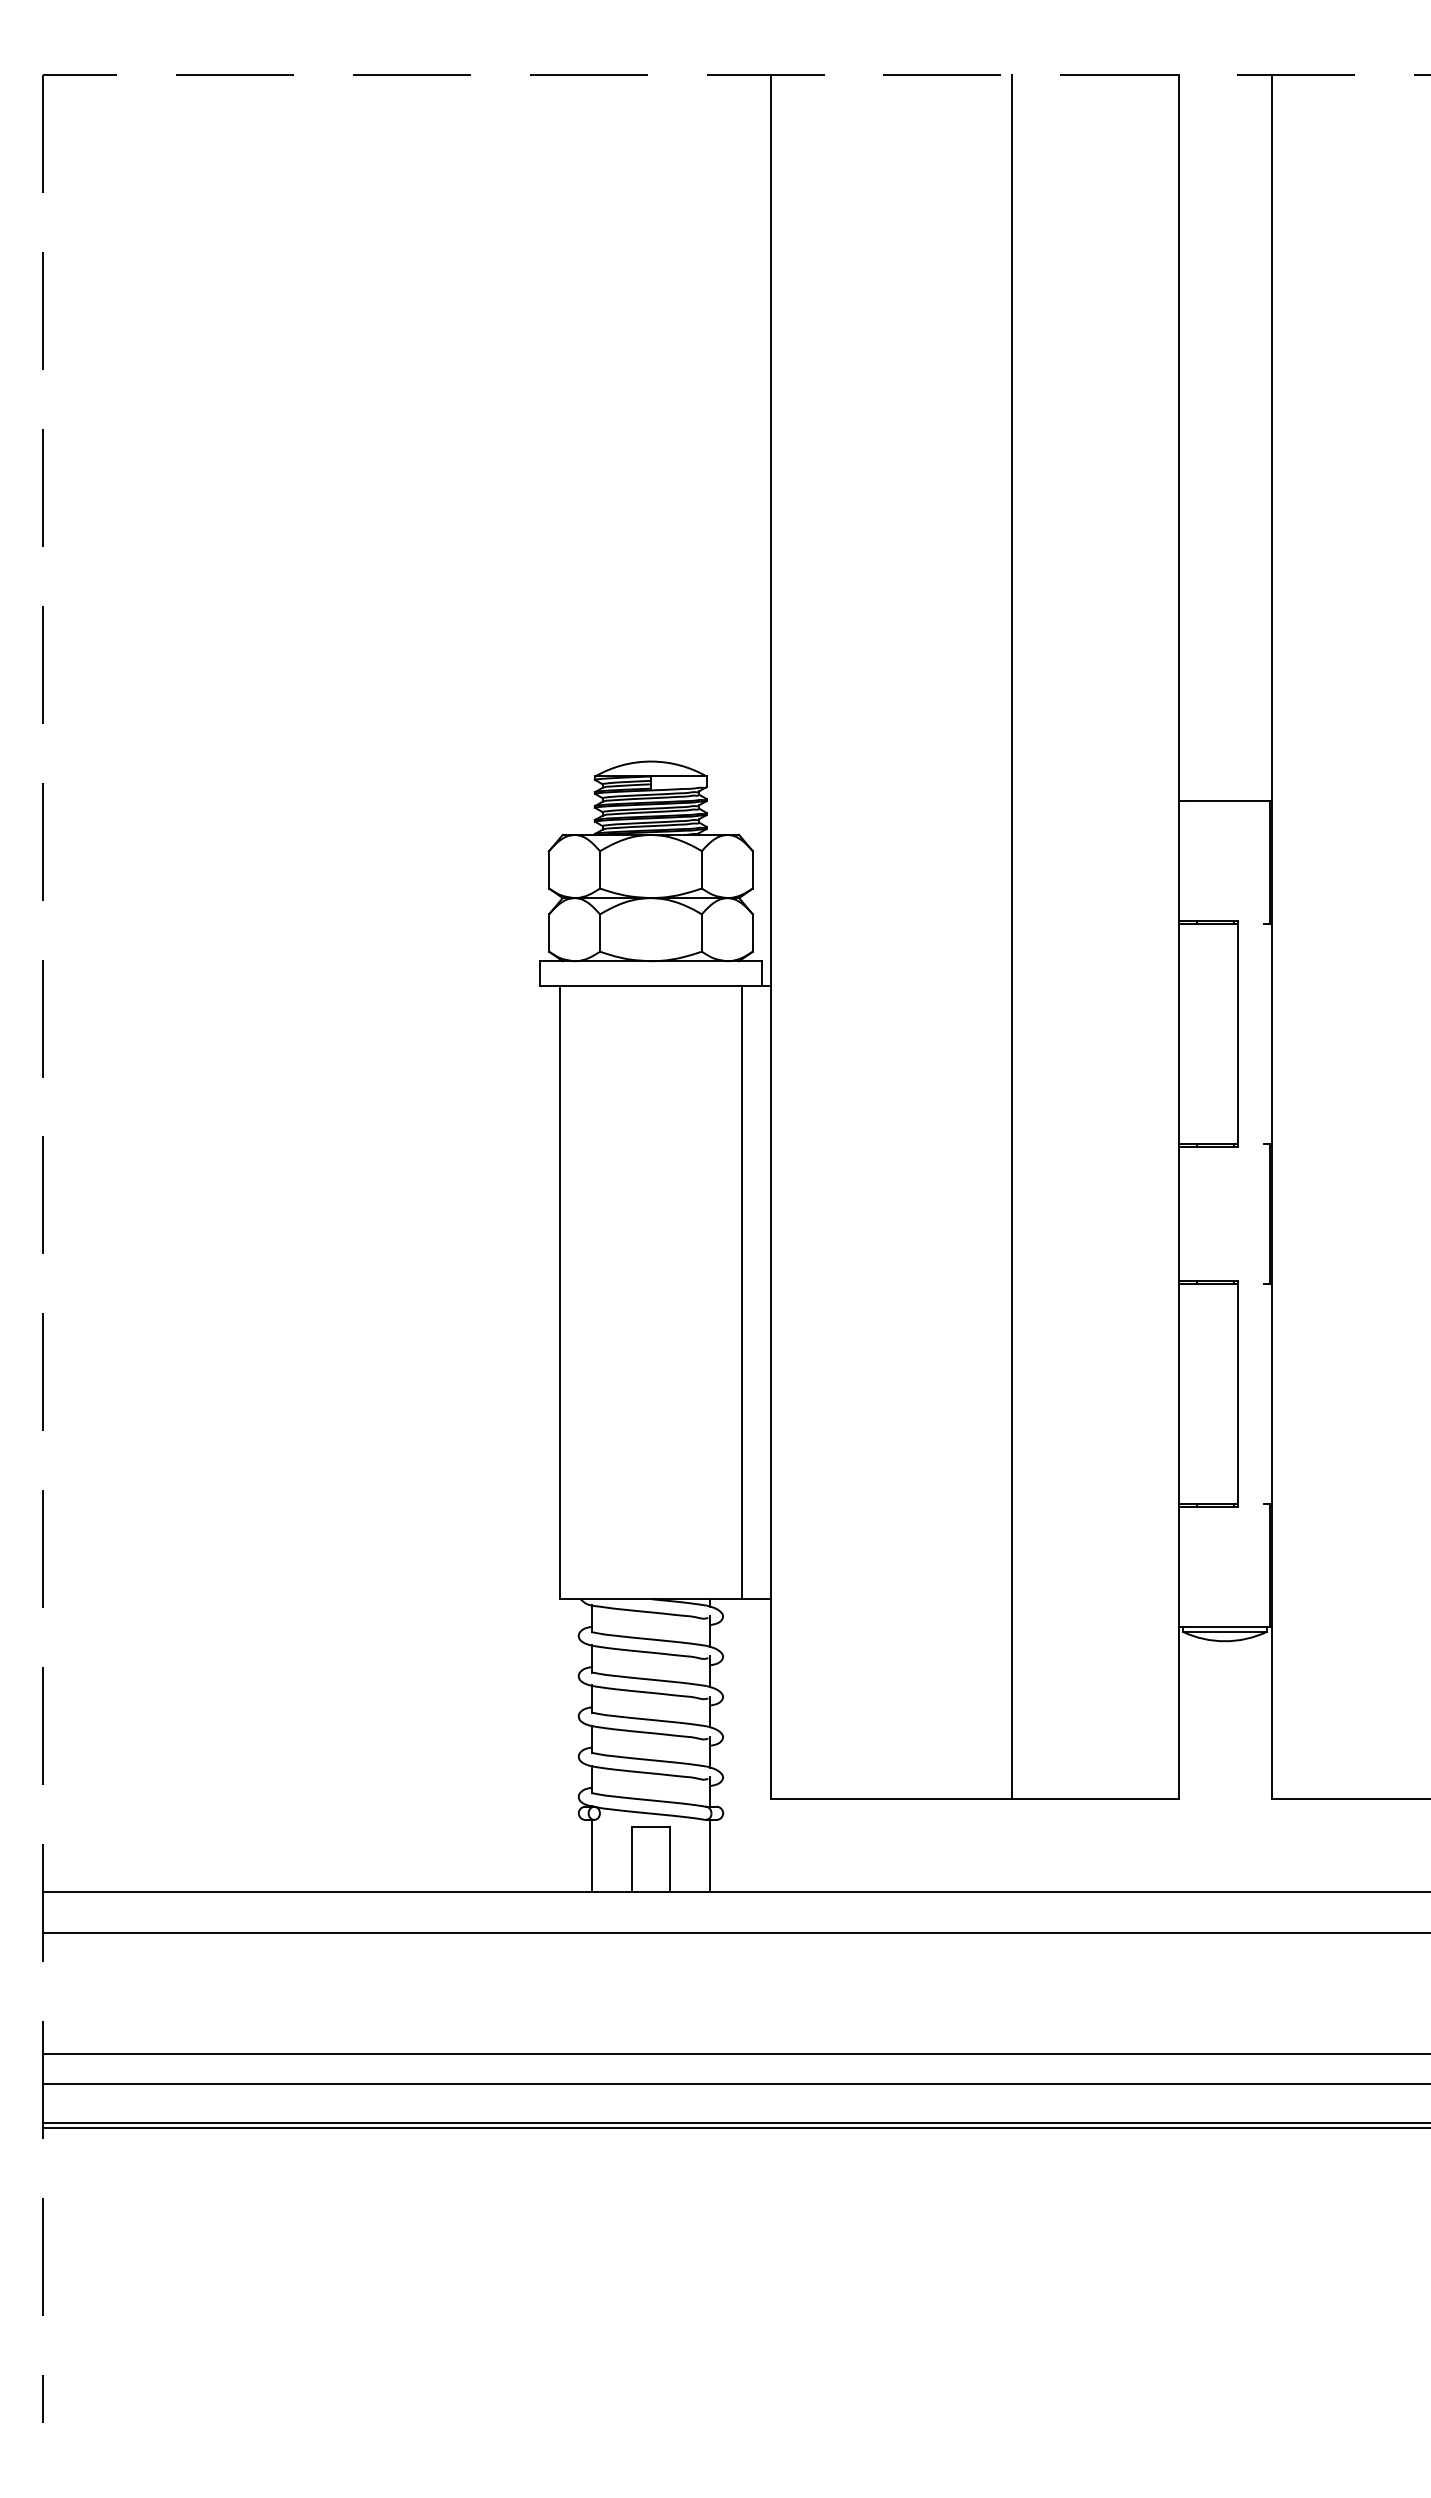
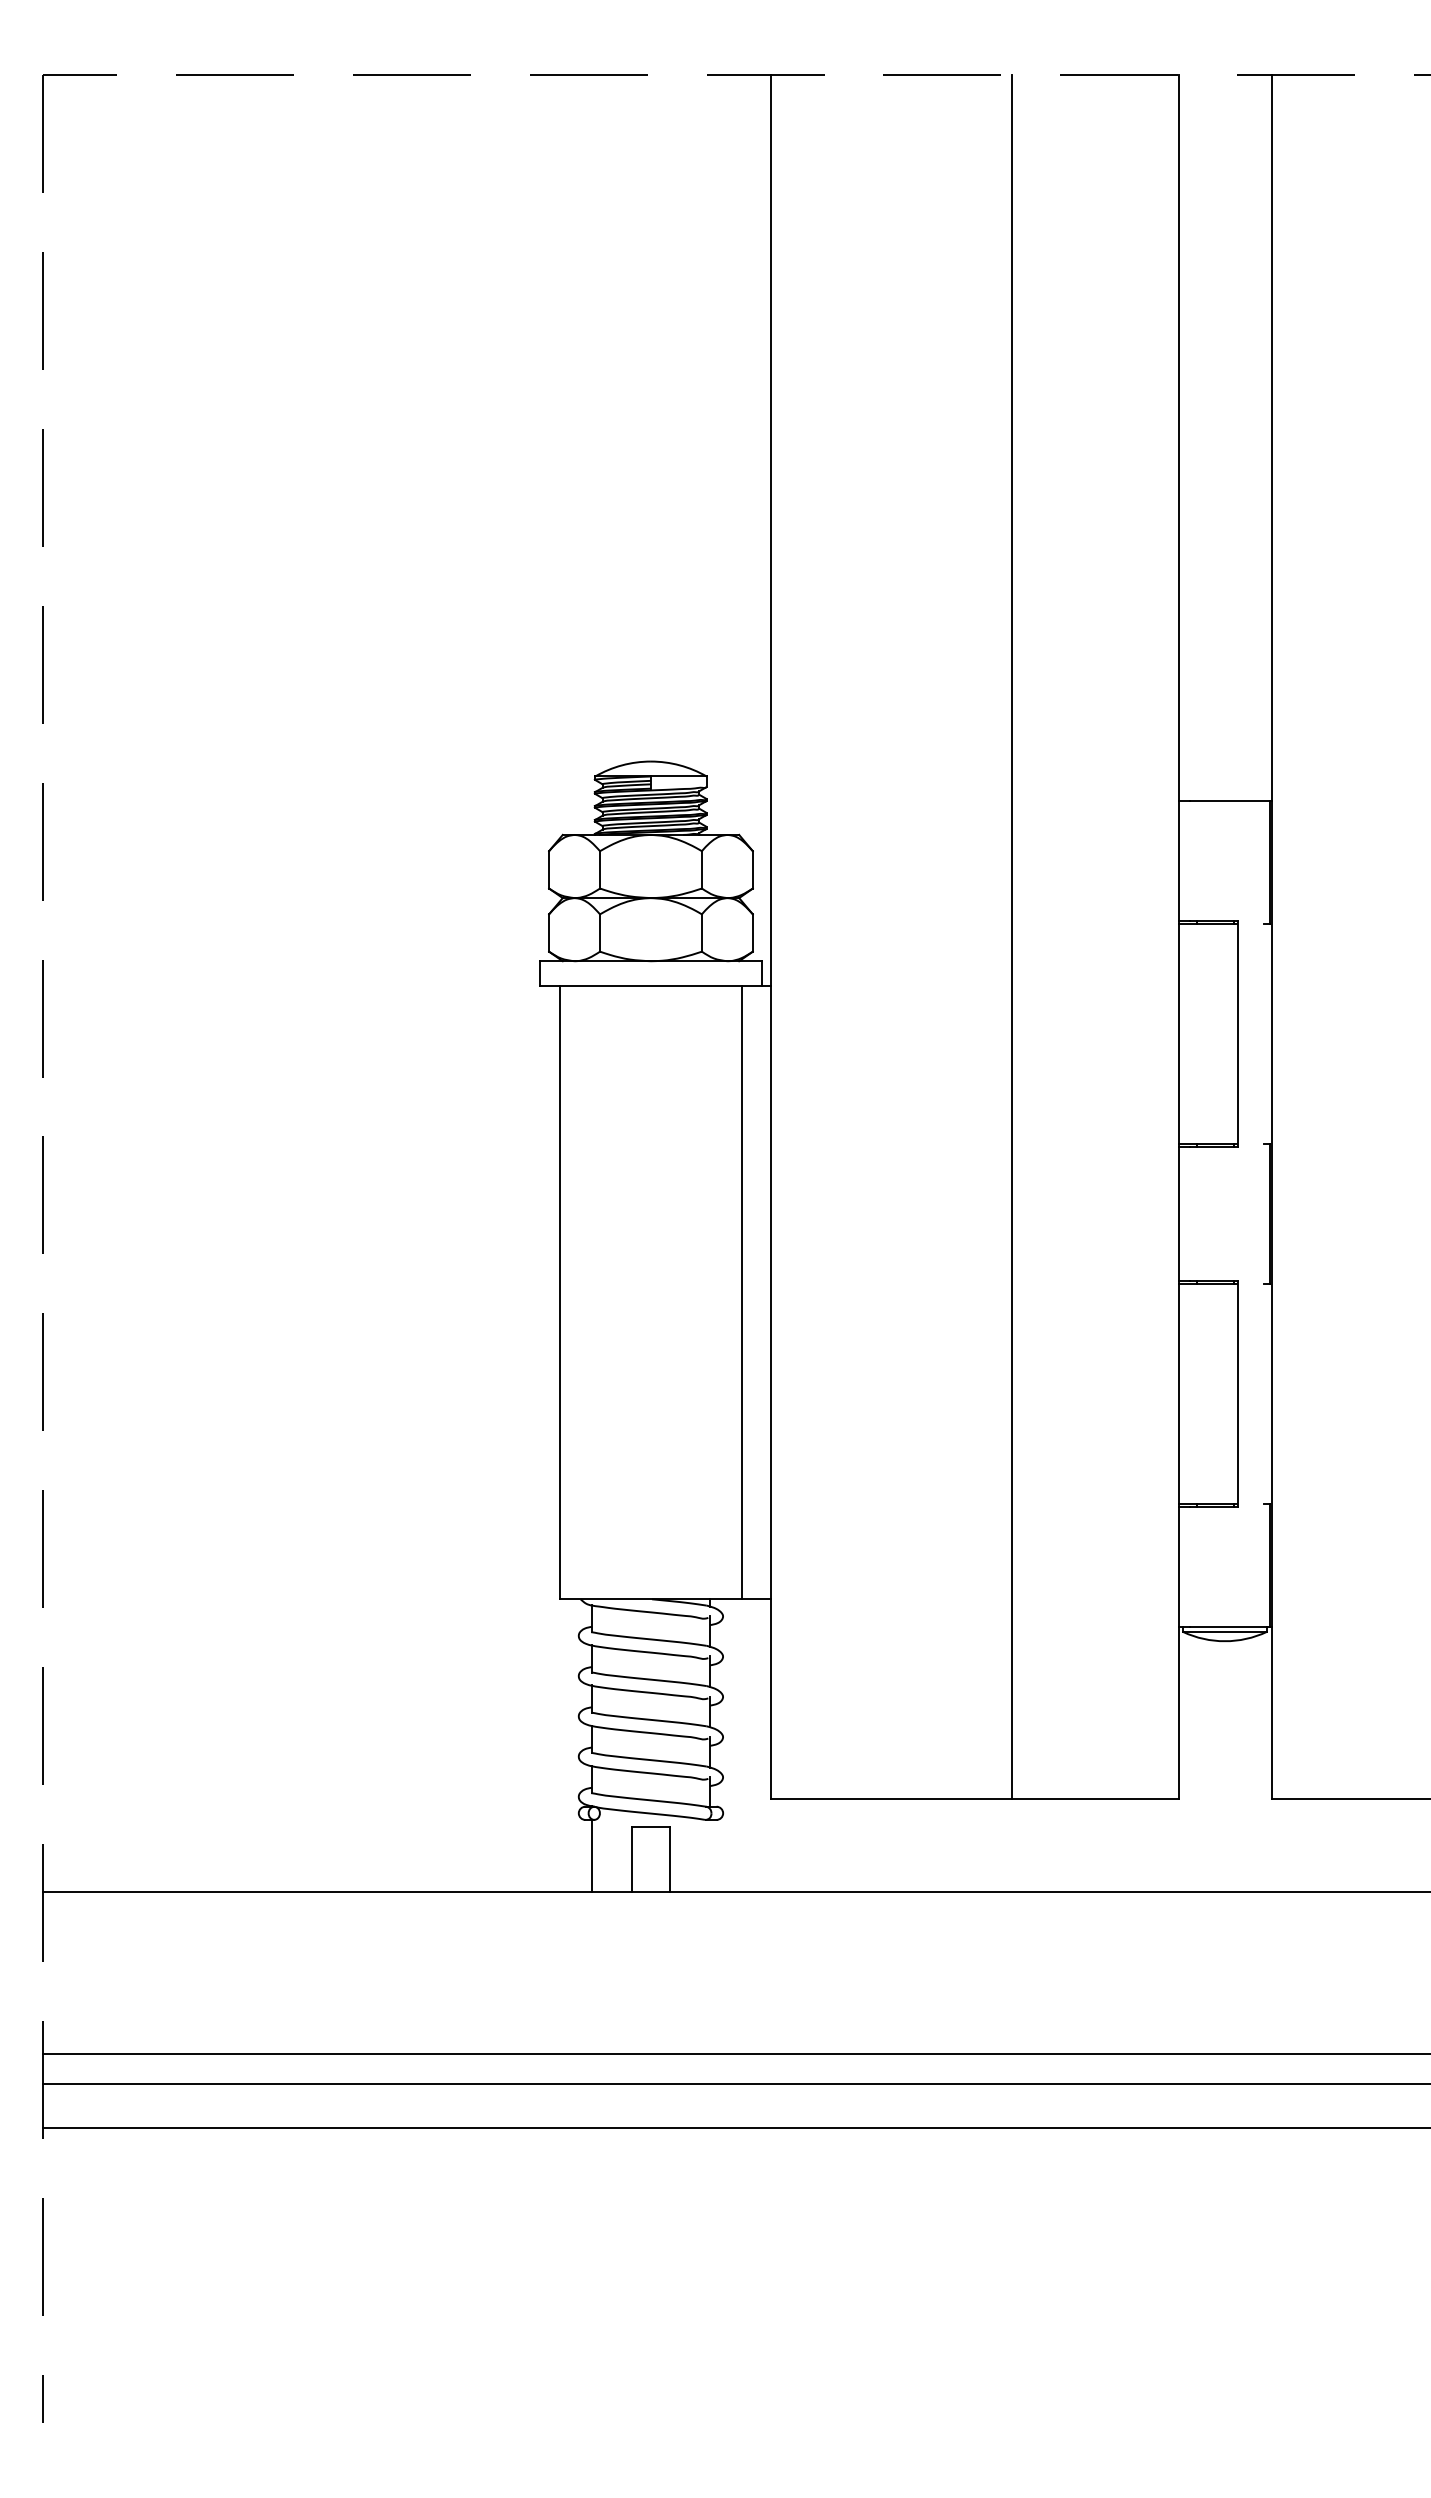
line at (709, 1855): present -> none
line at (734, 1932): present -> none
line at (734, 2122): present -> none
